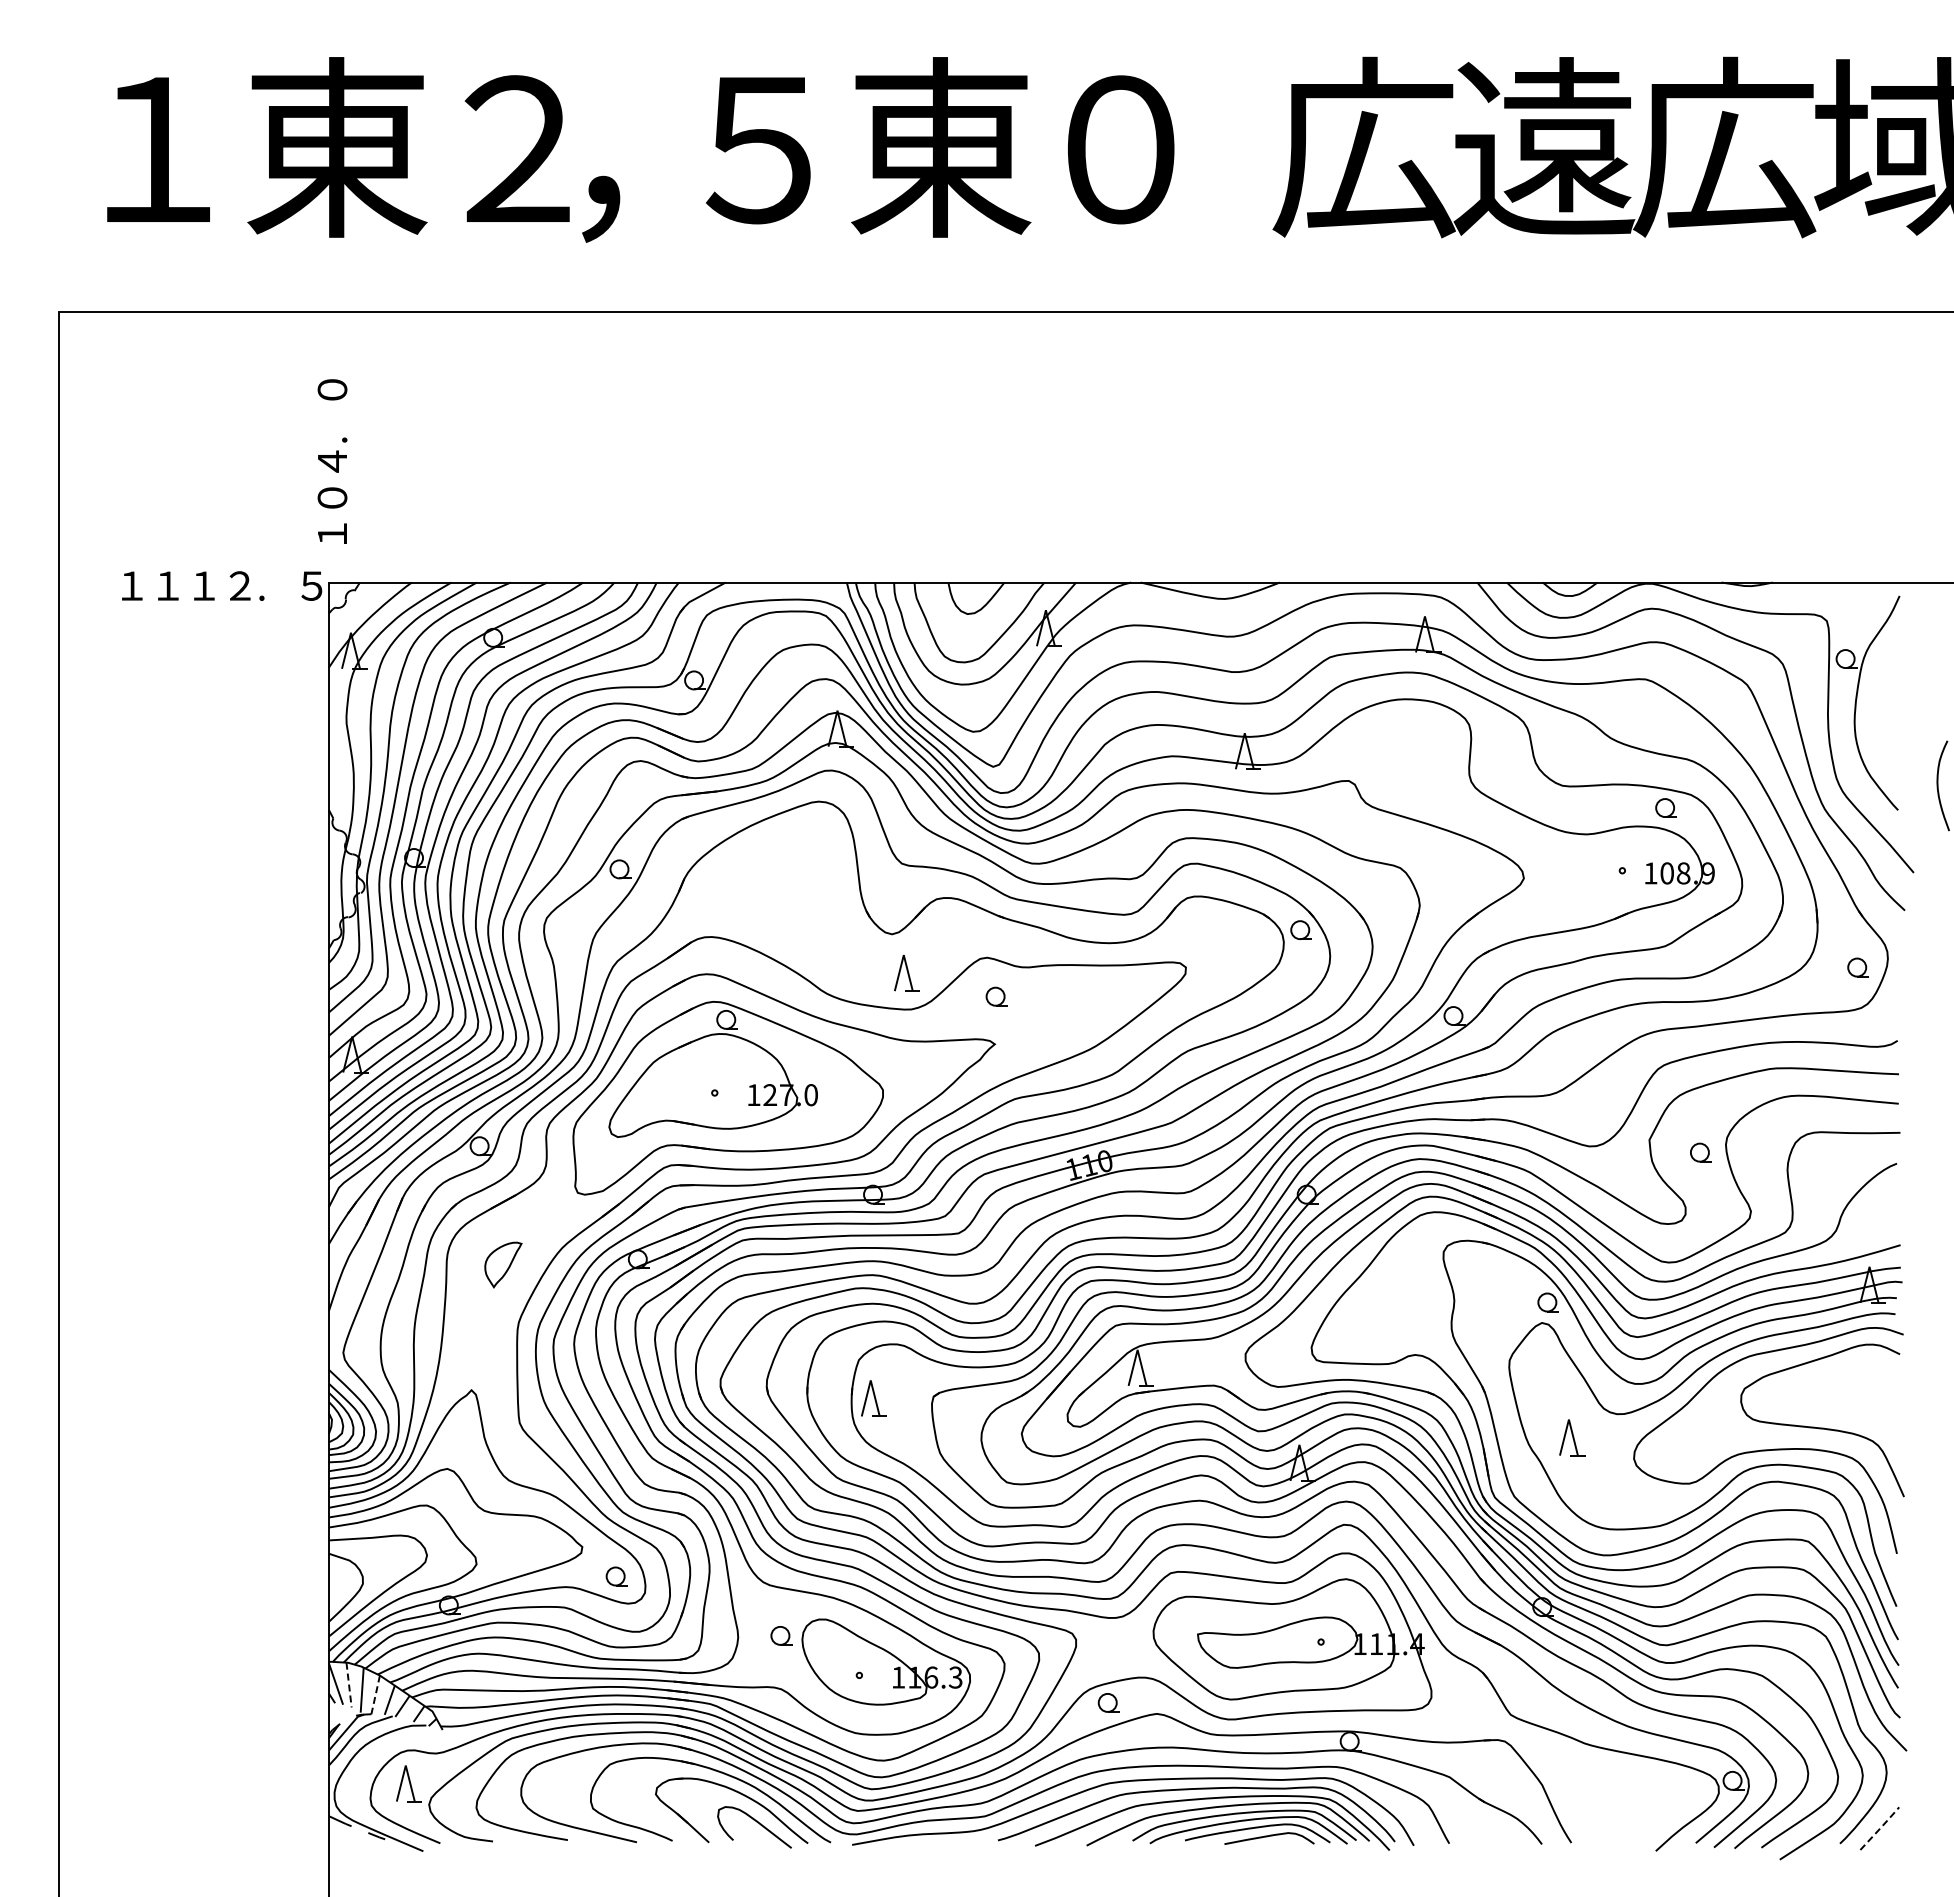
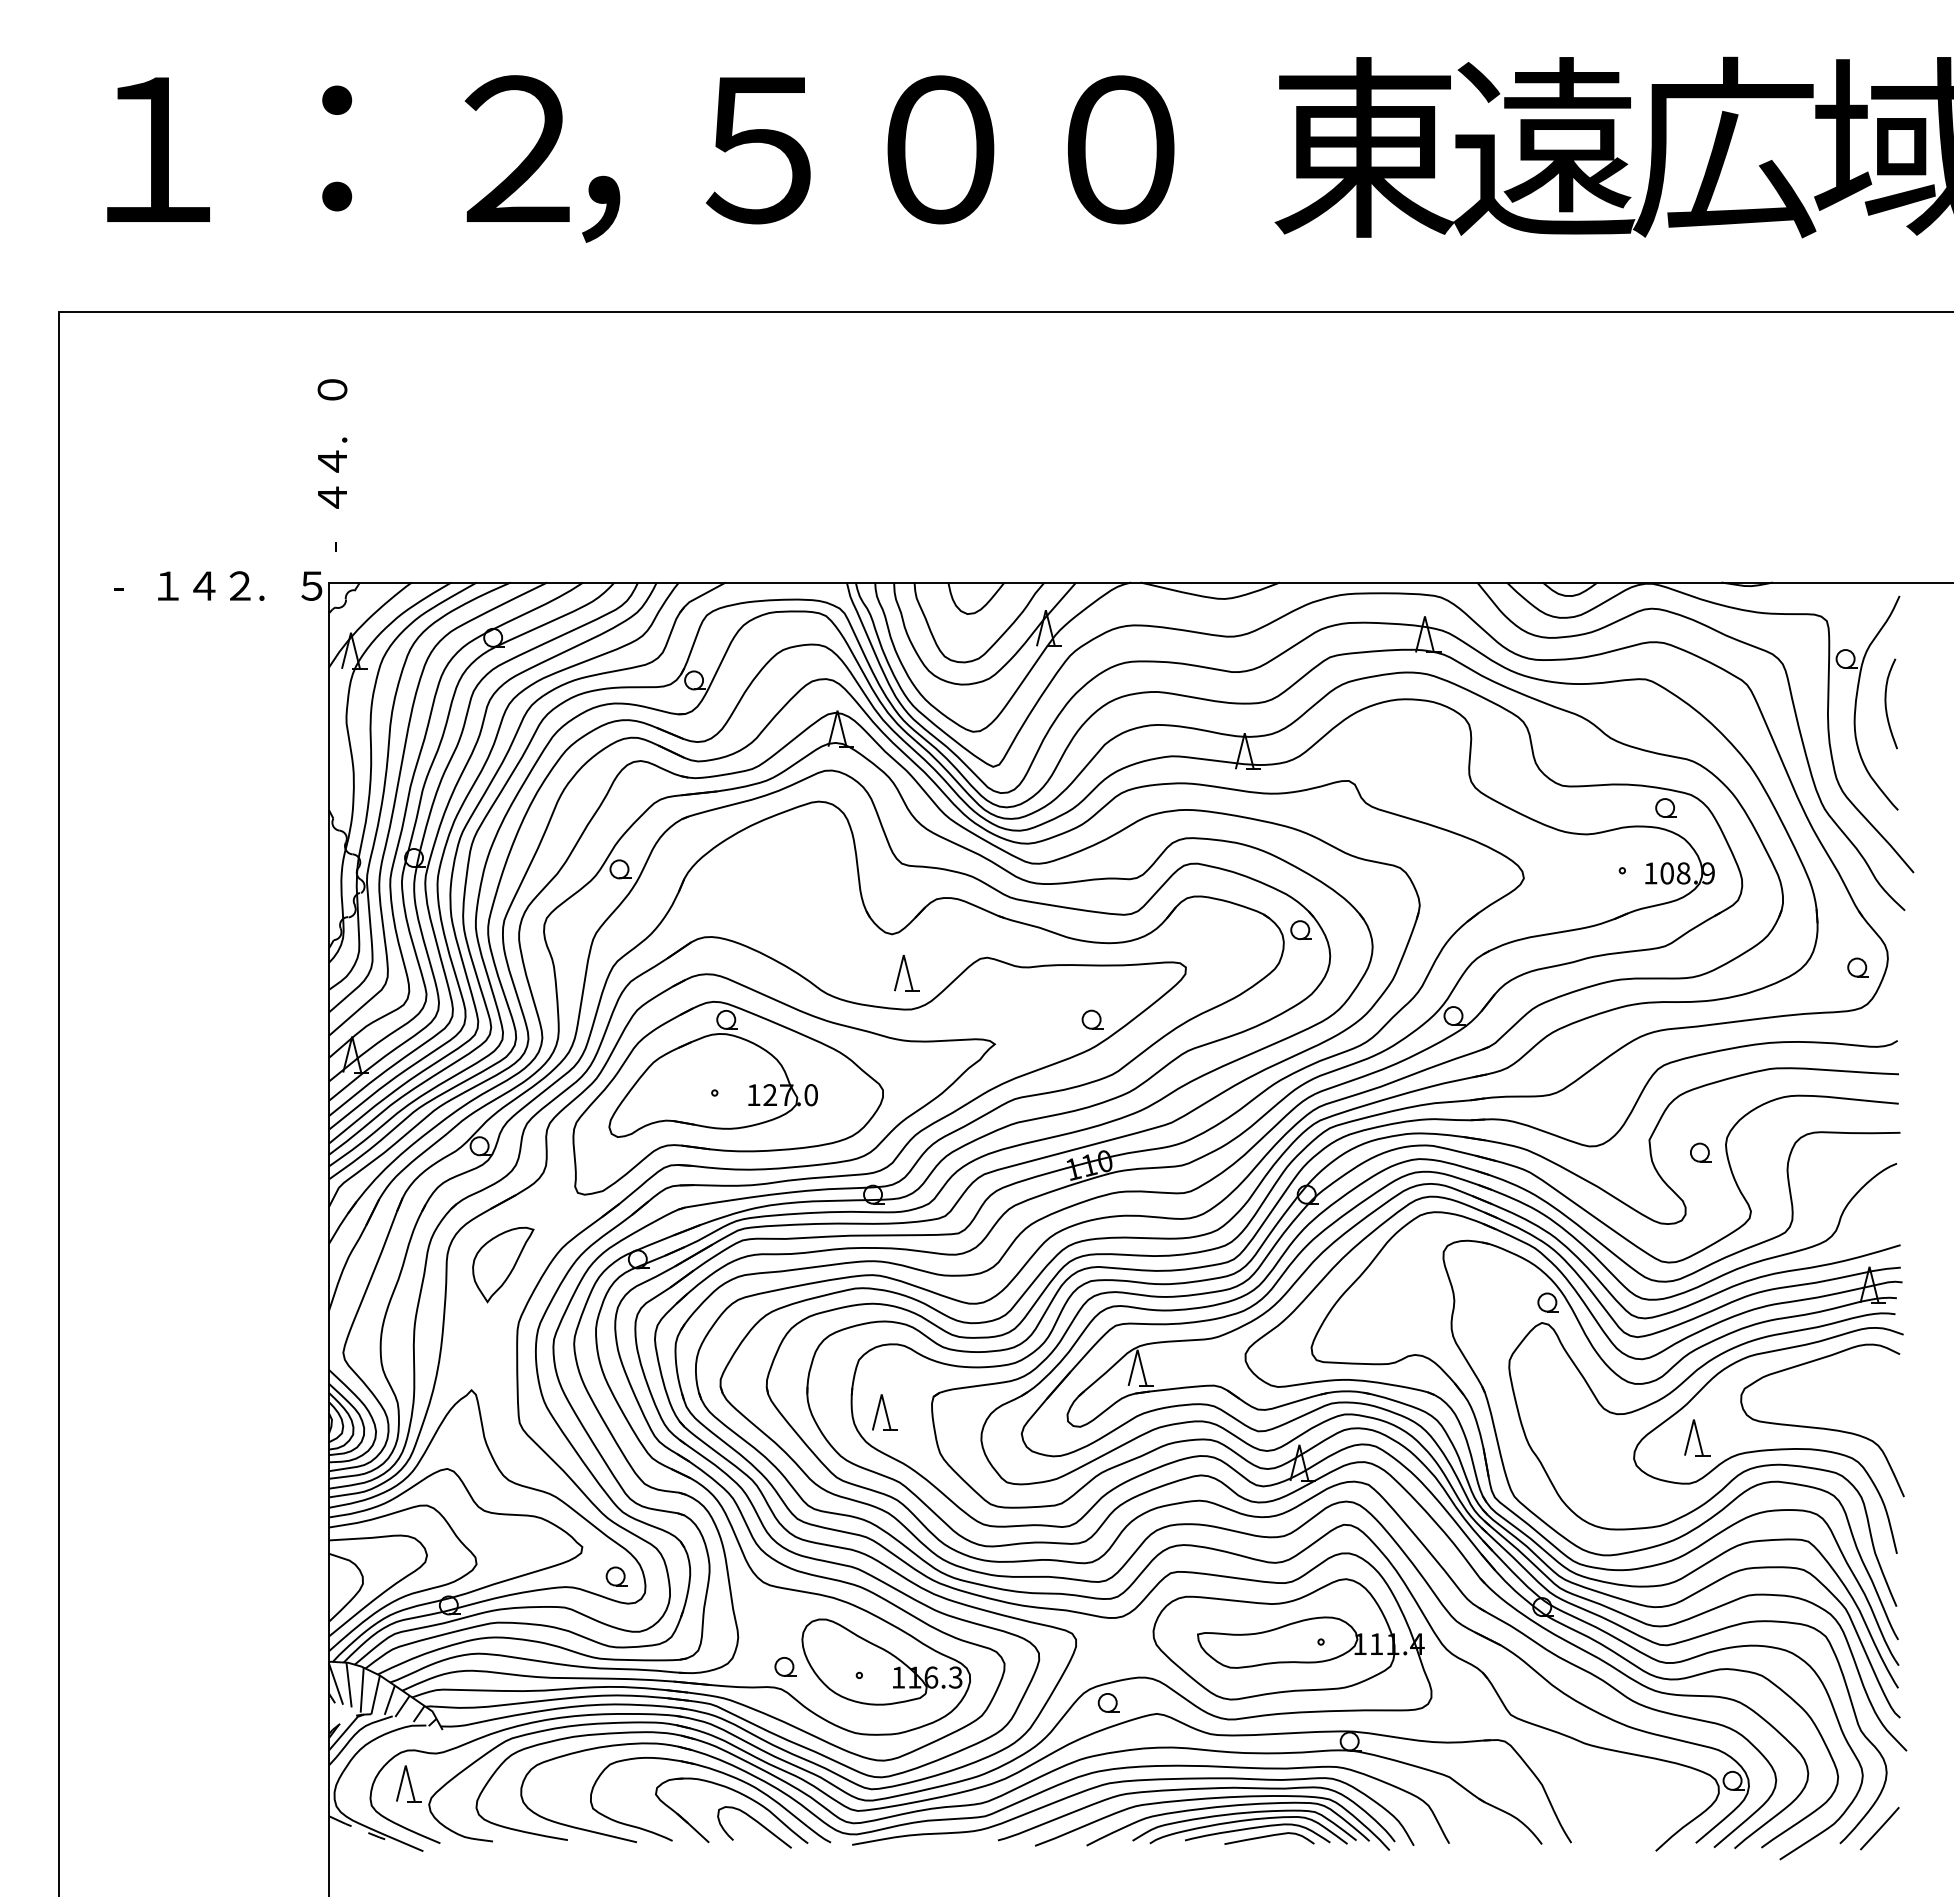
text at (337, 147): 東 -> ：
text at (941, 147): 東 -> ０
text at (1363, 147): 広 -> 東
text at (332, 497): ０ -> ４
text at (332, 537): １ -> -
text at (128, 585): １ -> -
text at (204, 585): １ -> ４
curve at (1938, 785) position: (1938, 785) -> (1886, 703)
part at (996, 996) position: (996, 996) -> (1092, 1019)
part at (503, 1264) size: 39x48 px -> 63x78 px
part at (873, 1398) position: (873, 1398) -> (884, 1412)
part at (1572, 1437) position: (1572, 1437) -> (1697, 1437)
part at (781, 1635) position: (781, 1635) -> (785, 1666)
line at (349, 1685): dashed -> solid
line at (375, 1694): dashed -> solid
line at (1880, 1828): dashed -> solid
